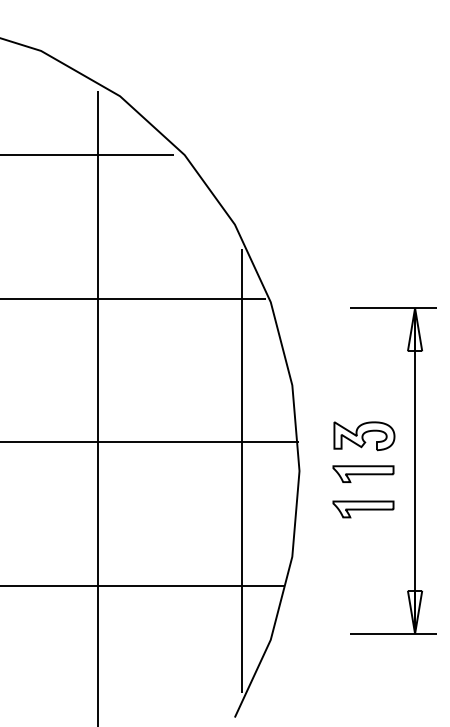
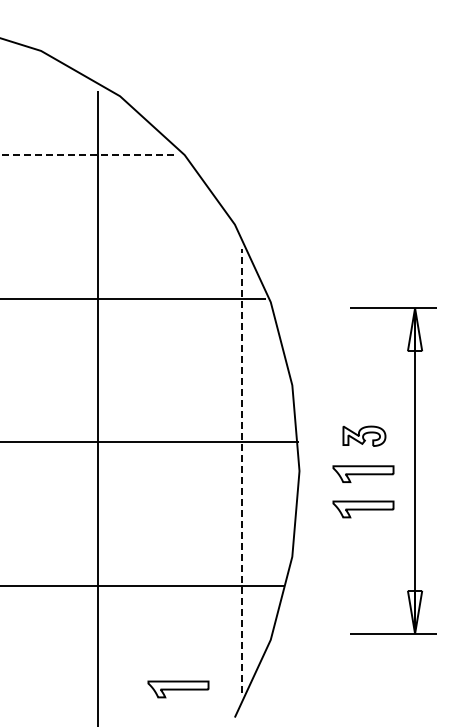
line at (86, 155): solid -> dashed
part at (364, 436) size: 63x31 px -> 45x22 px
line at (242, 470): solid -> dashed
part at (178, 689): none -> present
